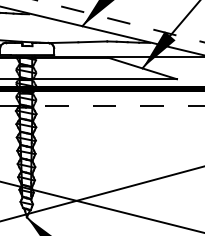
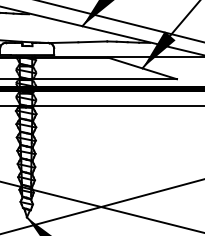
line at (120, 21): dashed -> solid
line at (102, 105): dashed -> solid
line at (101, 193) position: (101, 193) -> (103, 206)
